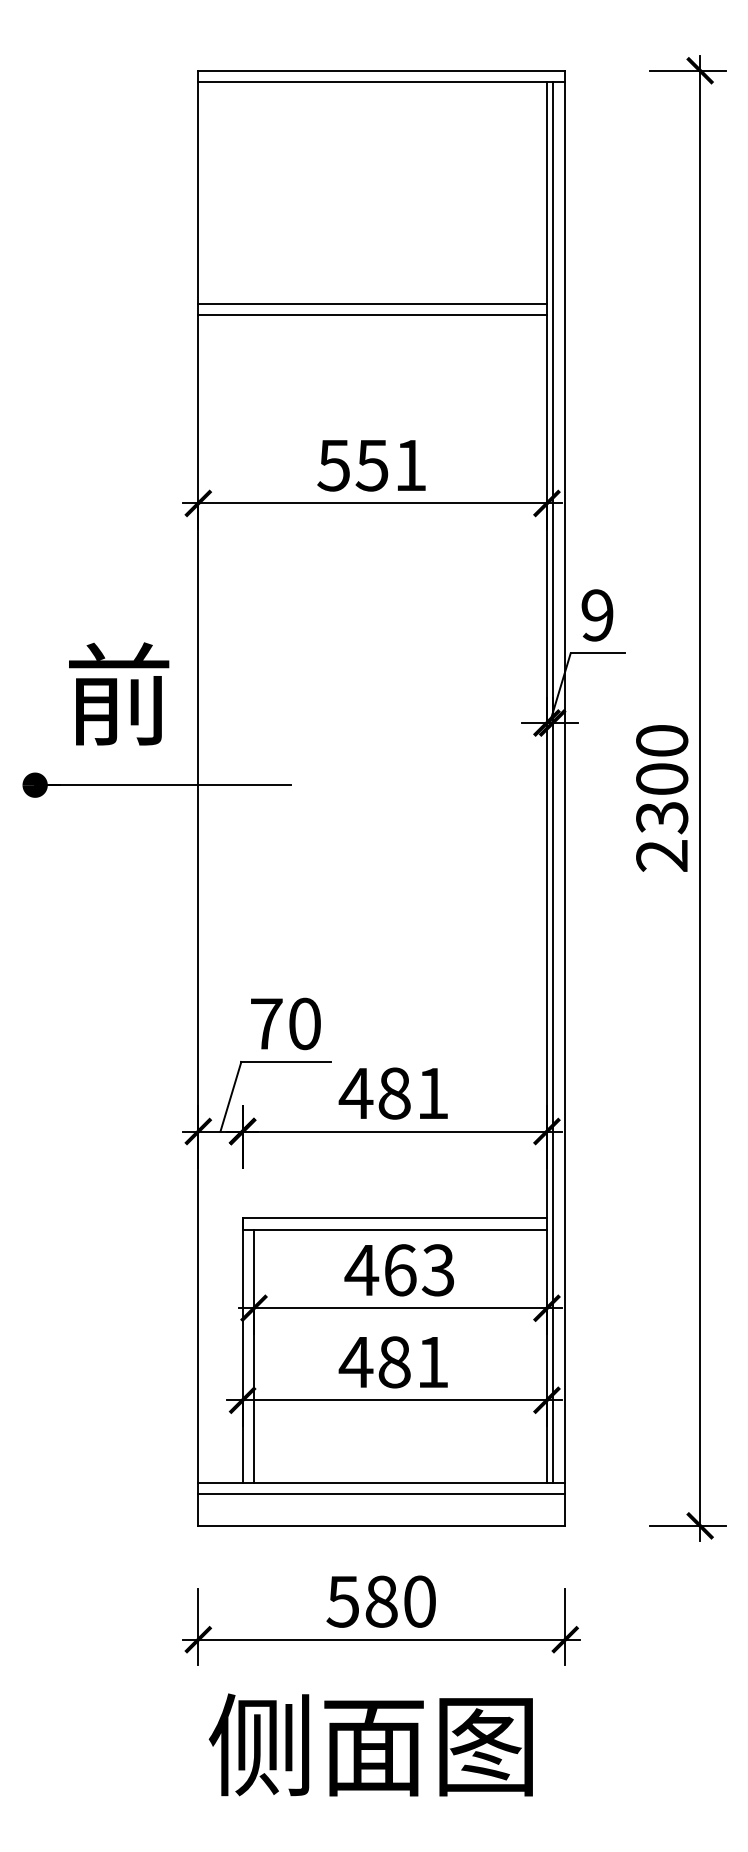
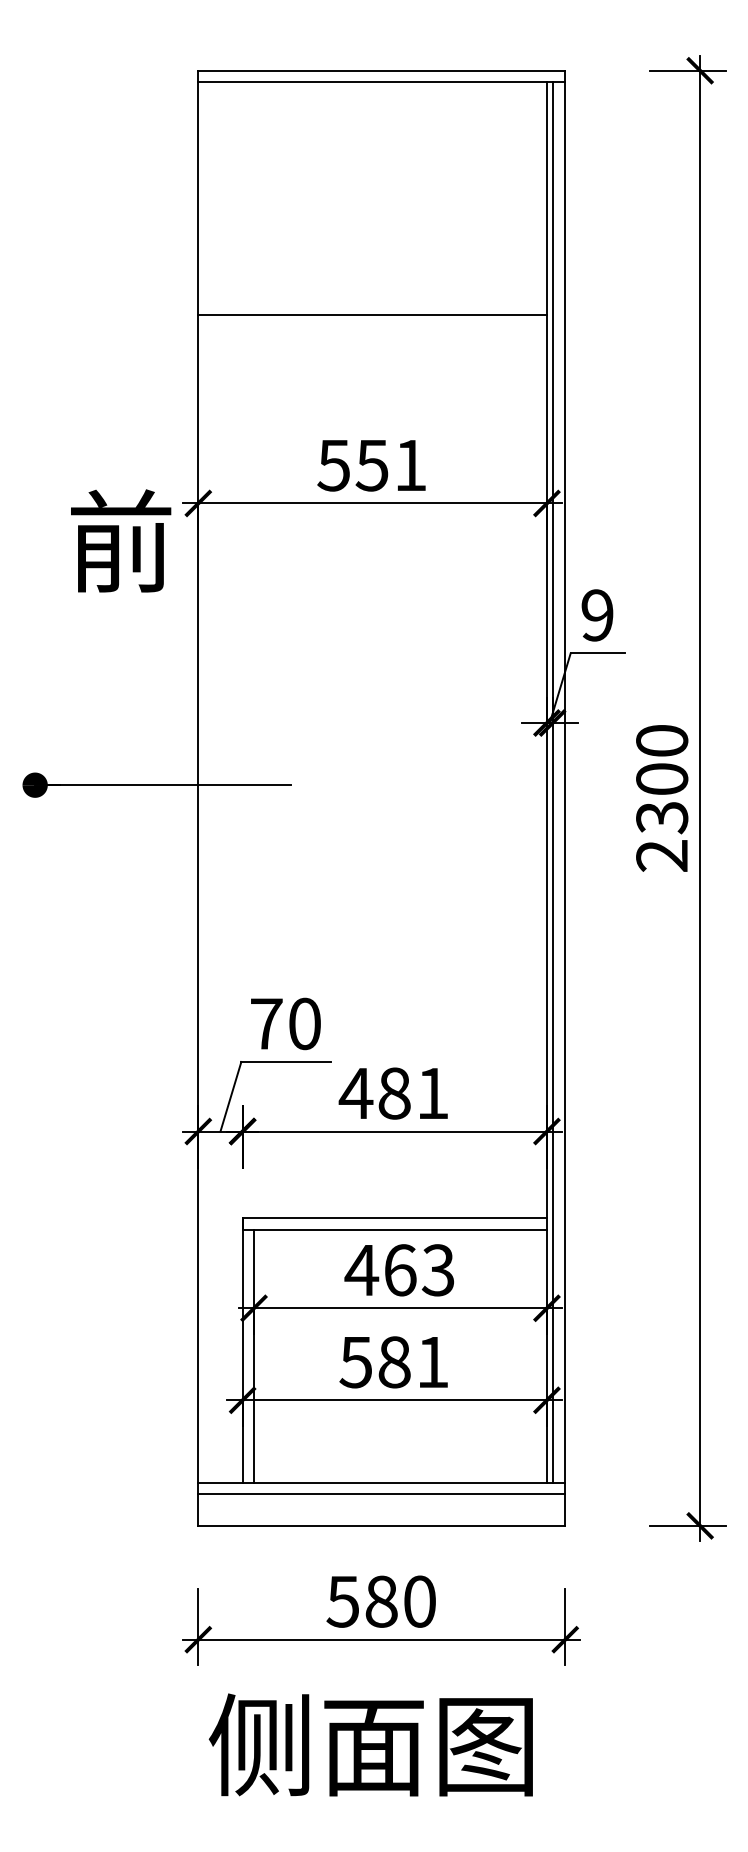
line at (372, 303): present -> none
text at (119, 693) position: (119, 693) -> (121, 540)
text at (355, 1362): 481 -> 581
